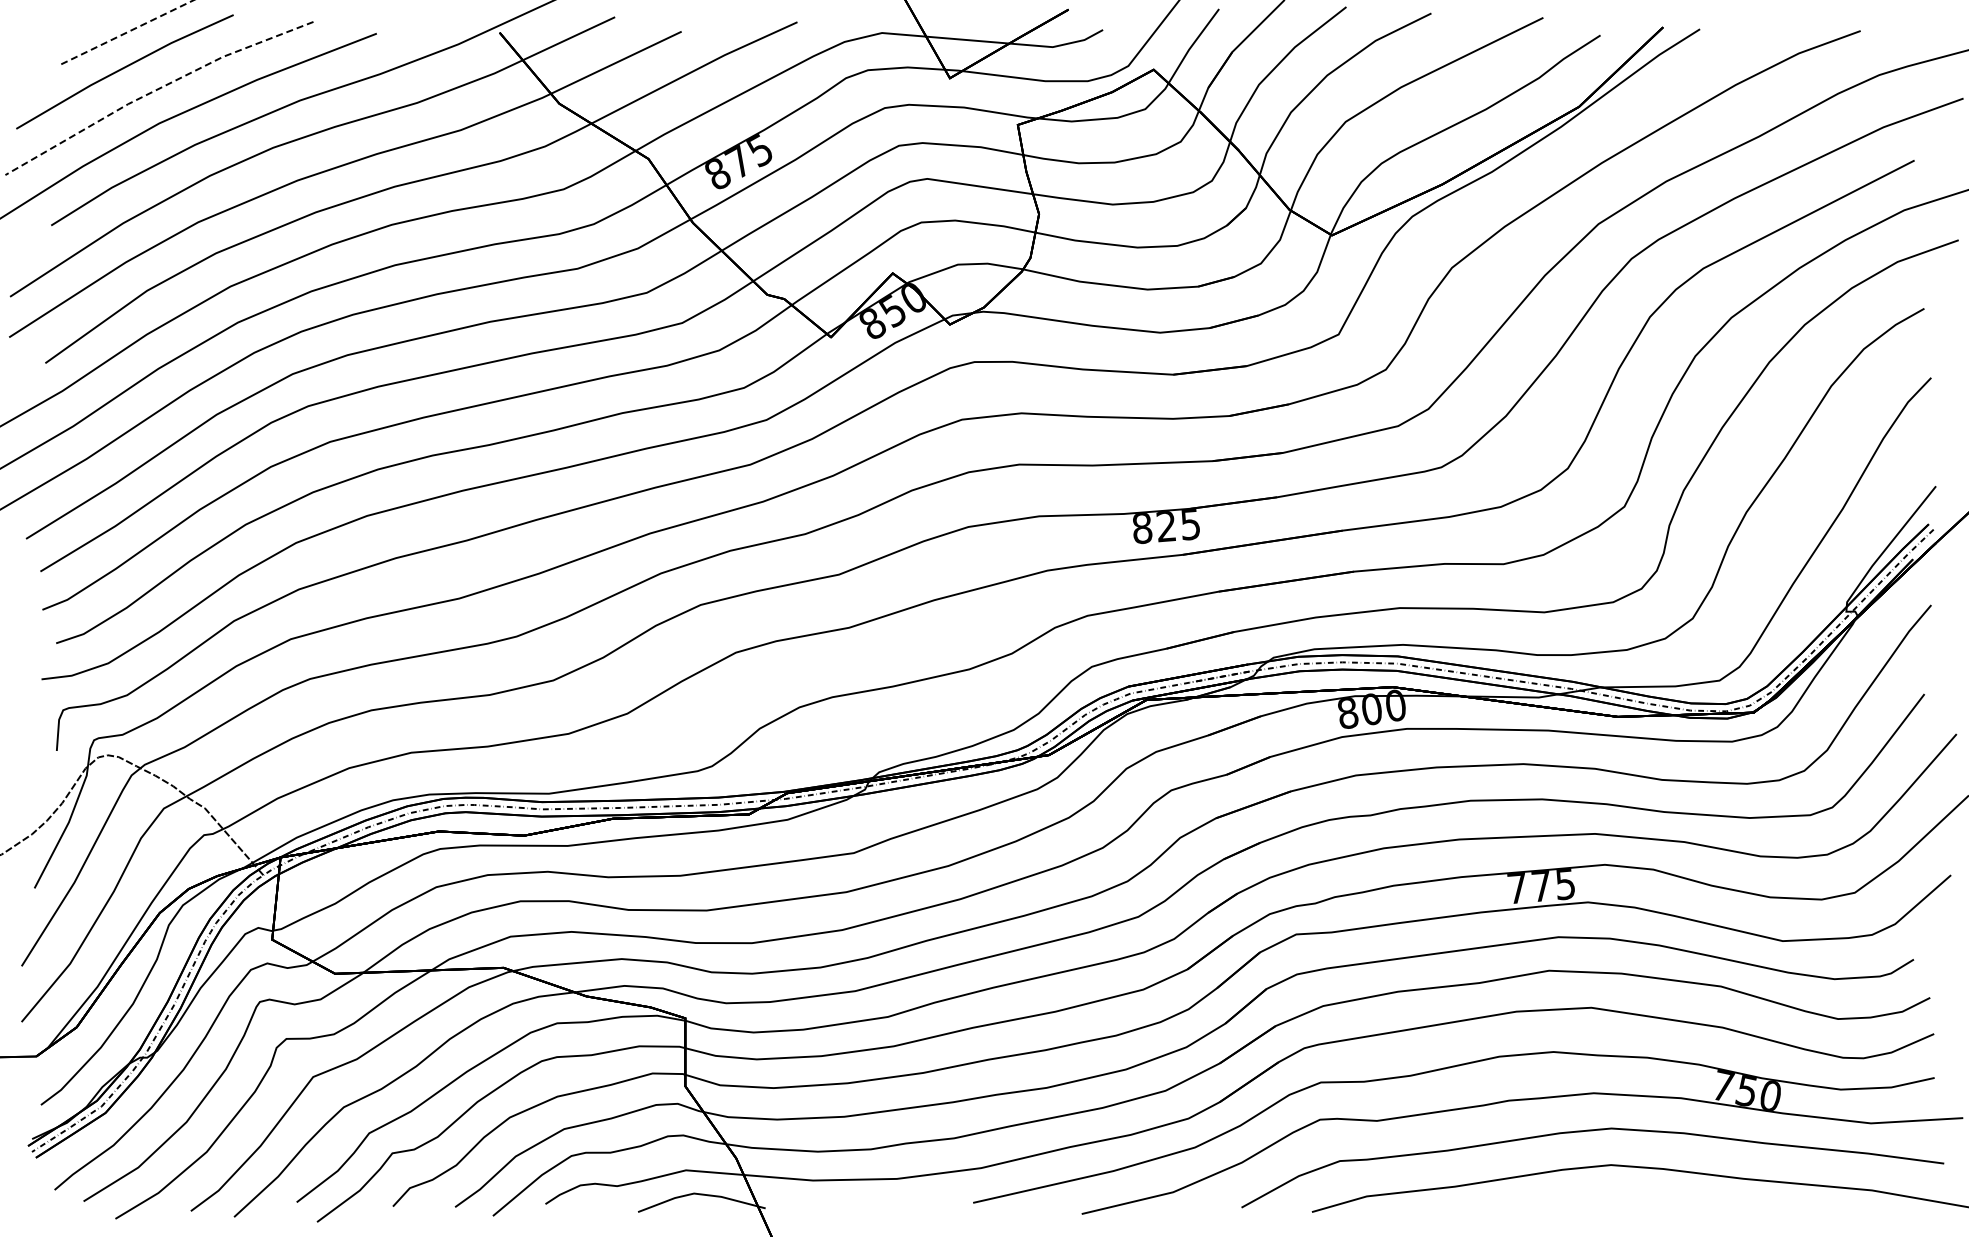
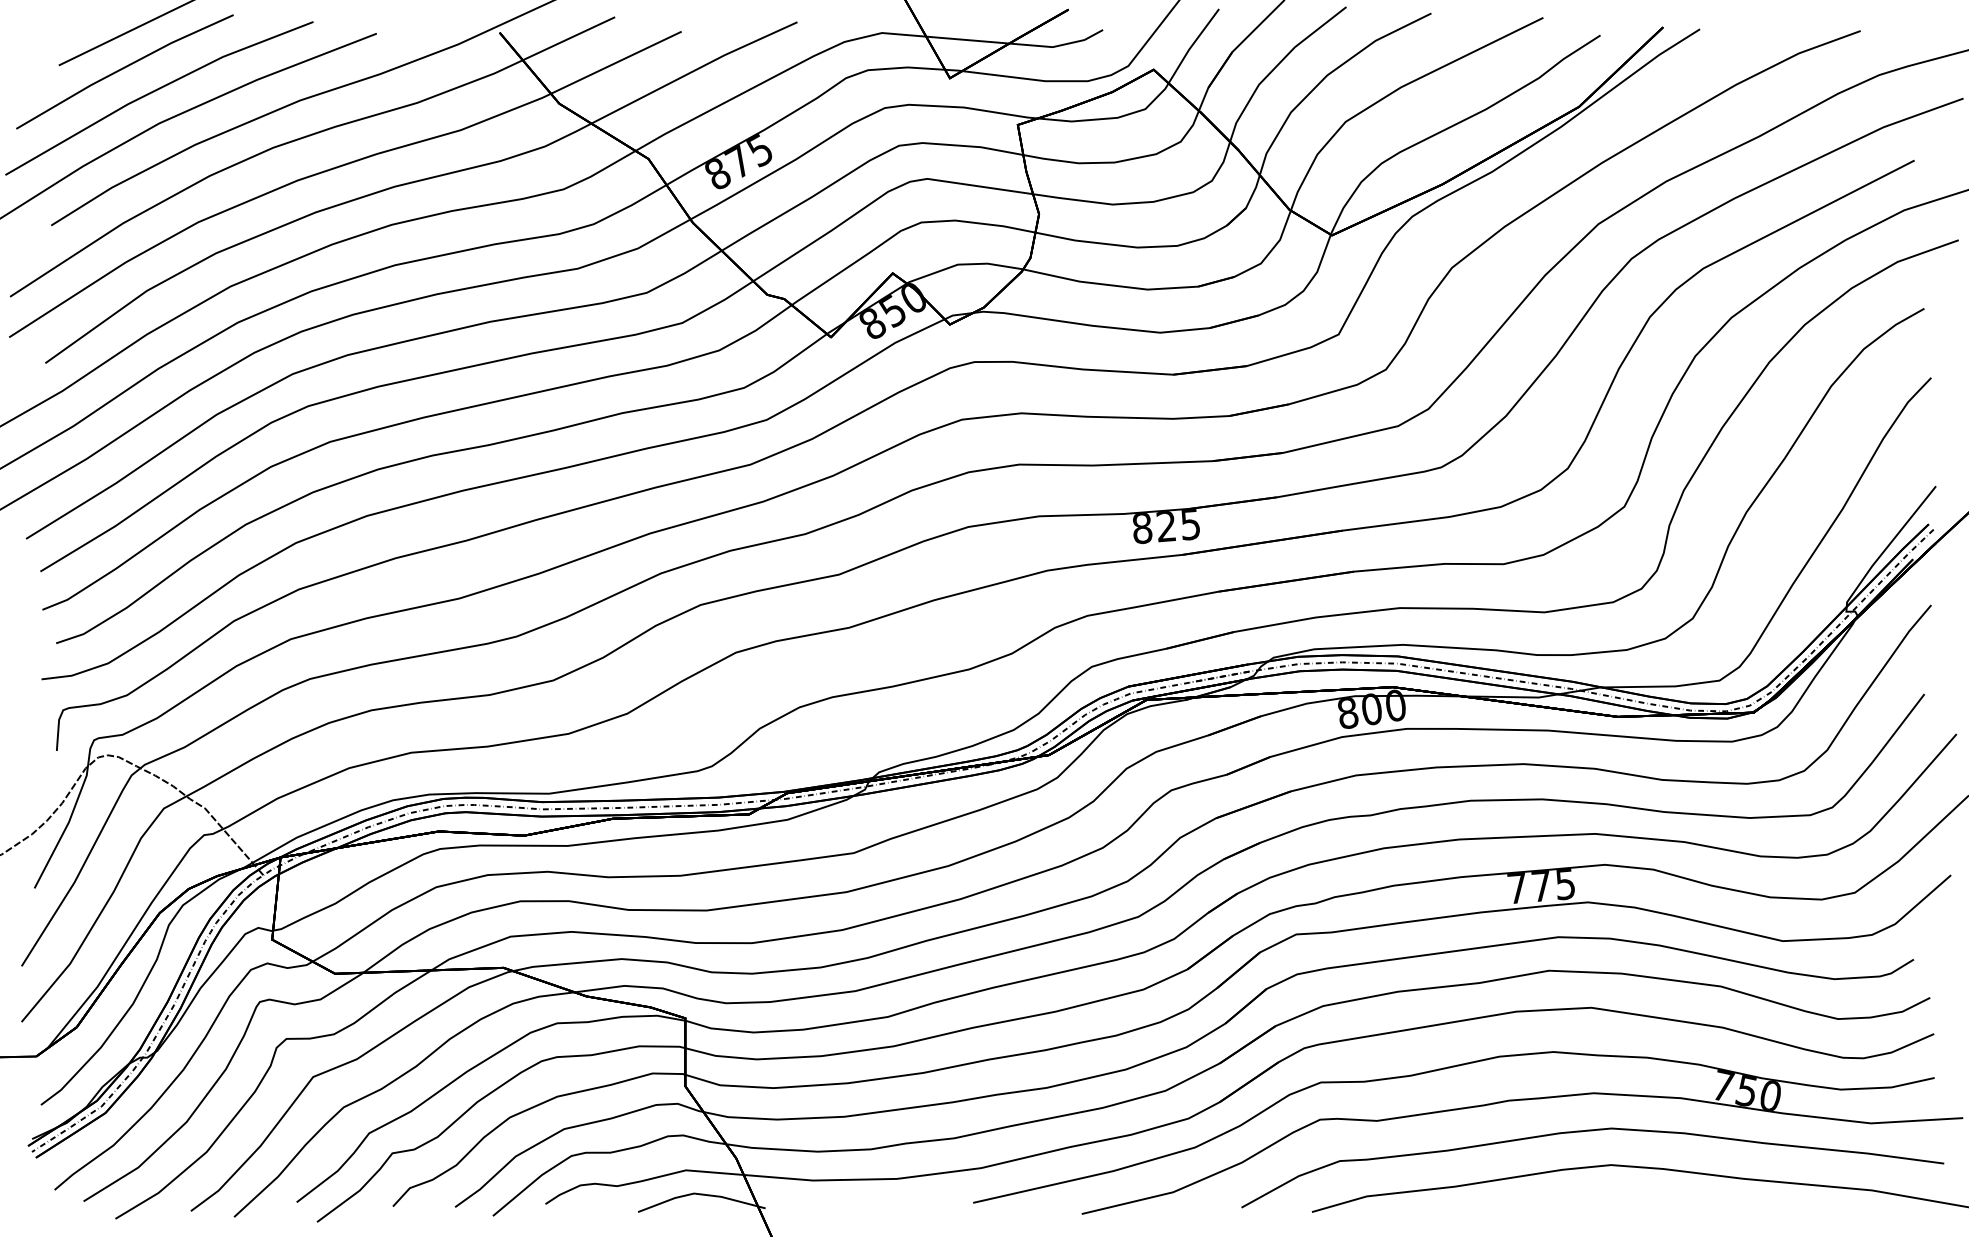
line at (126, 32): dashed -> solid
line at (155, 90): dashed -> solid
